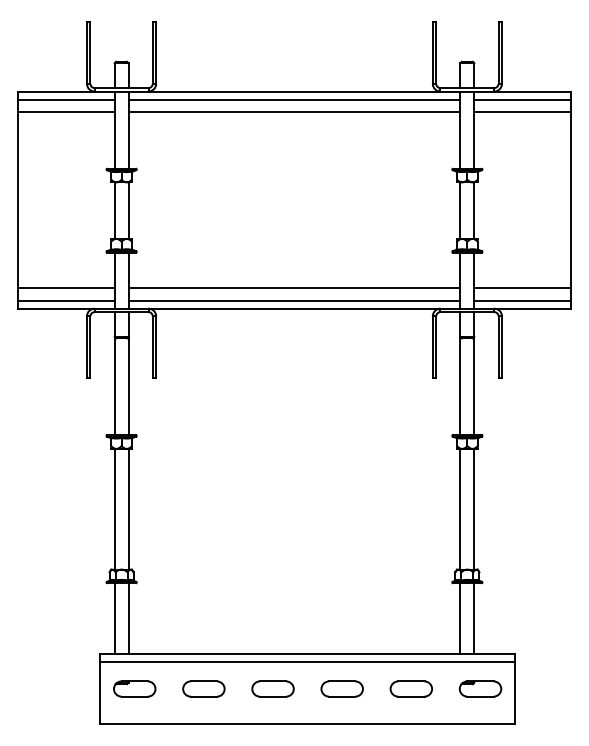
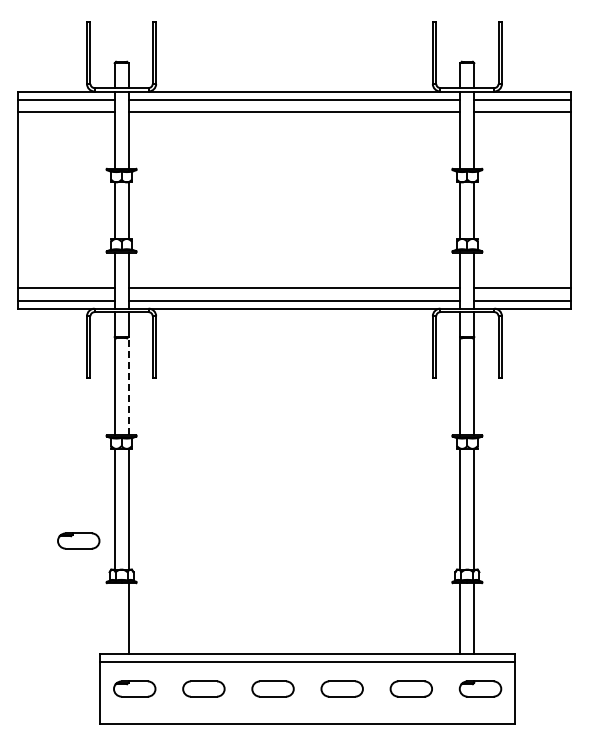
line at (128, 385): solid -> dashed
part at (78, 540): none -> present
line at (114, 618): present -> none
